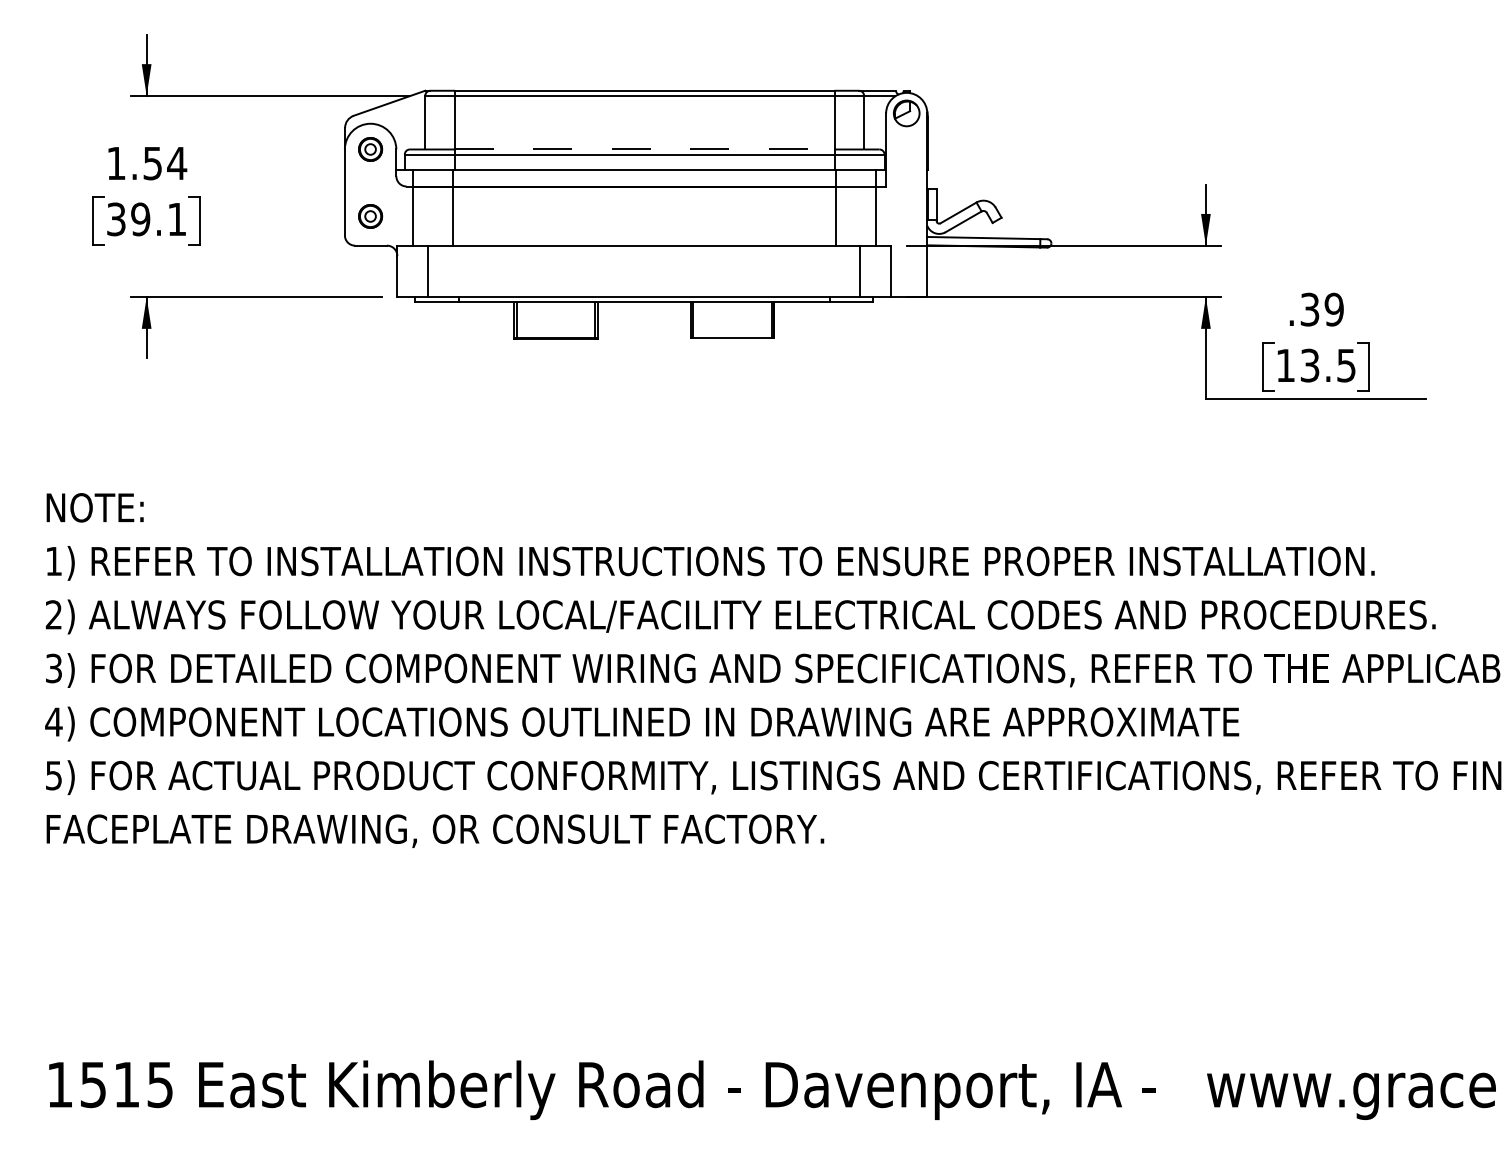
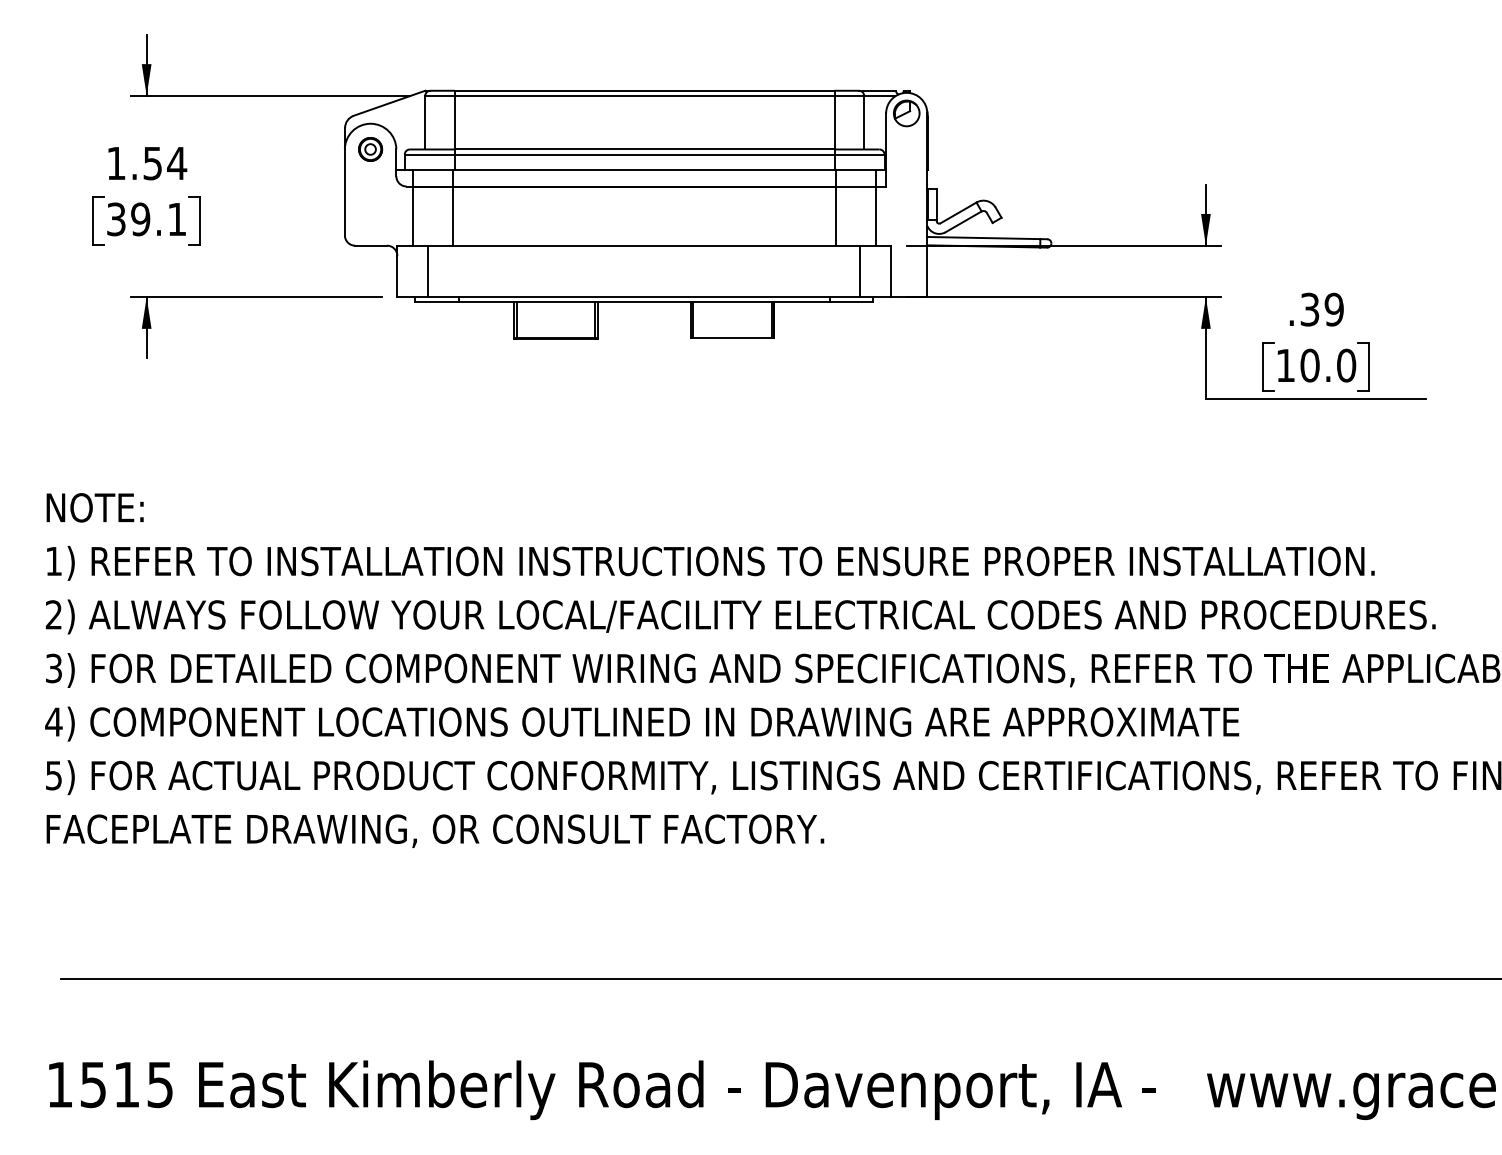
line at (644, 149): dashed -> solid
part at (370, 216): present -> none
text at (1328, 365): 13.5 -> 10.0
line at (779, 978): none -> present
